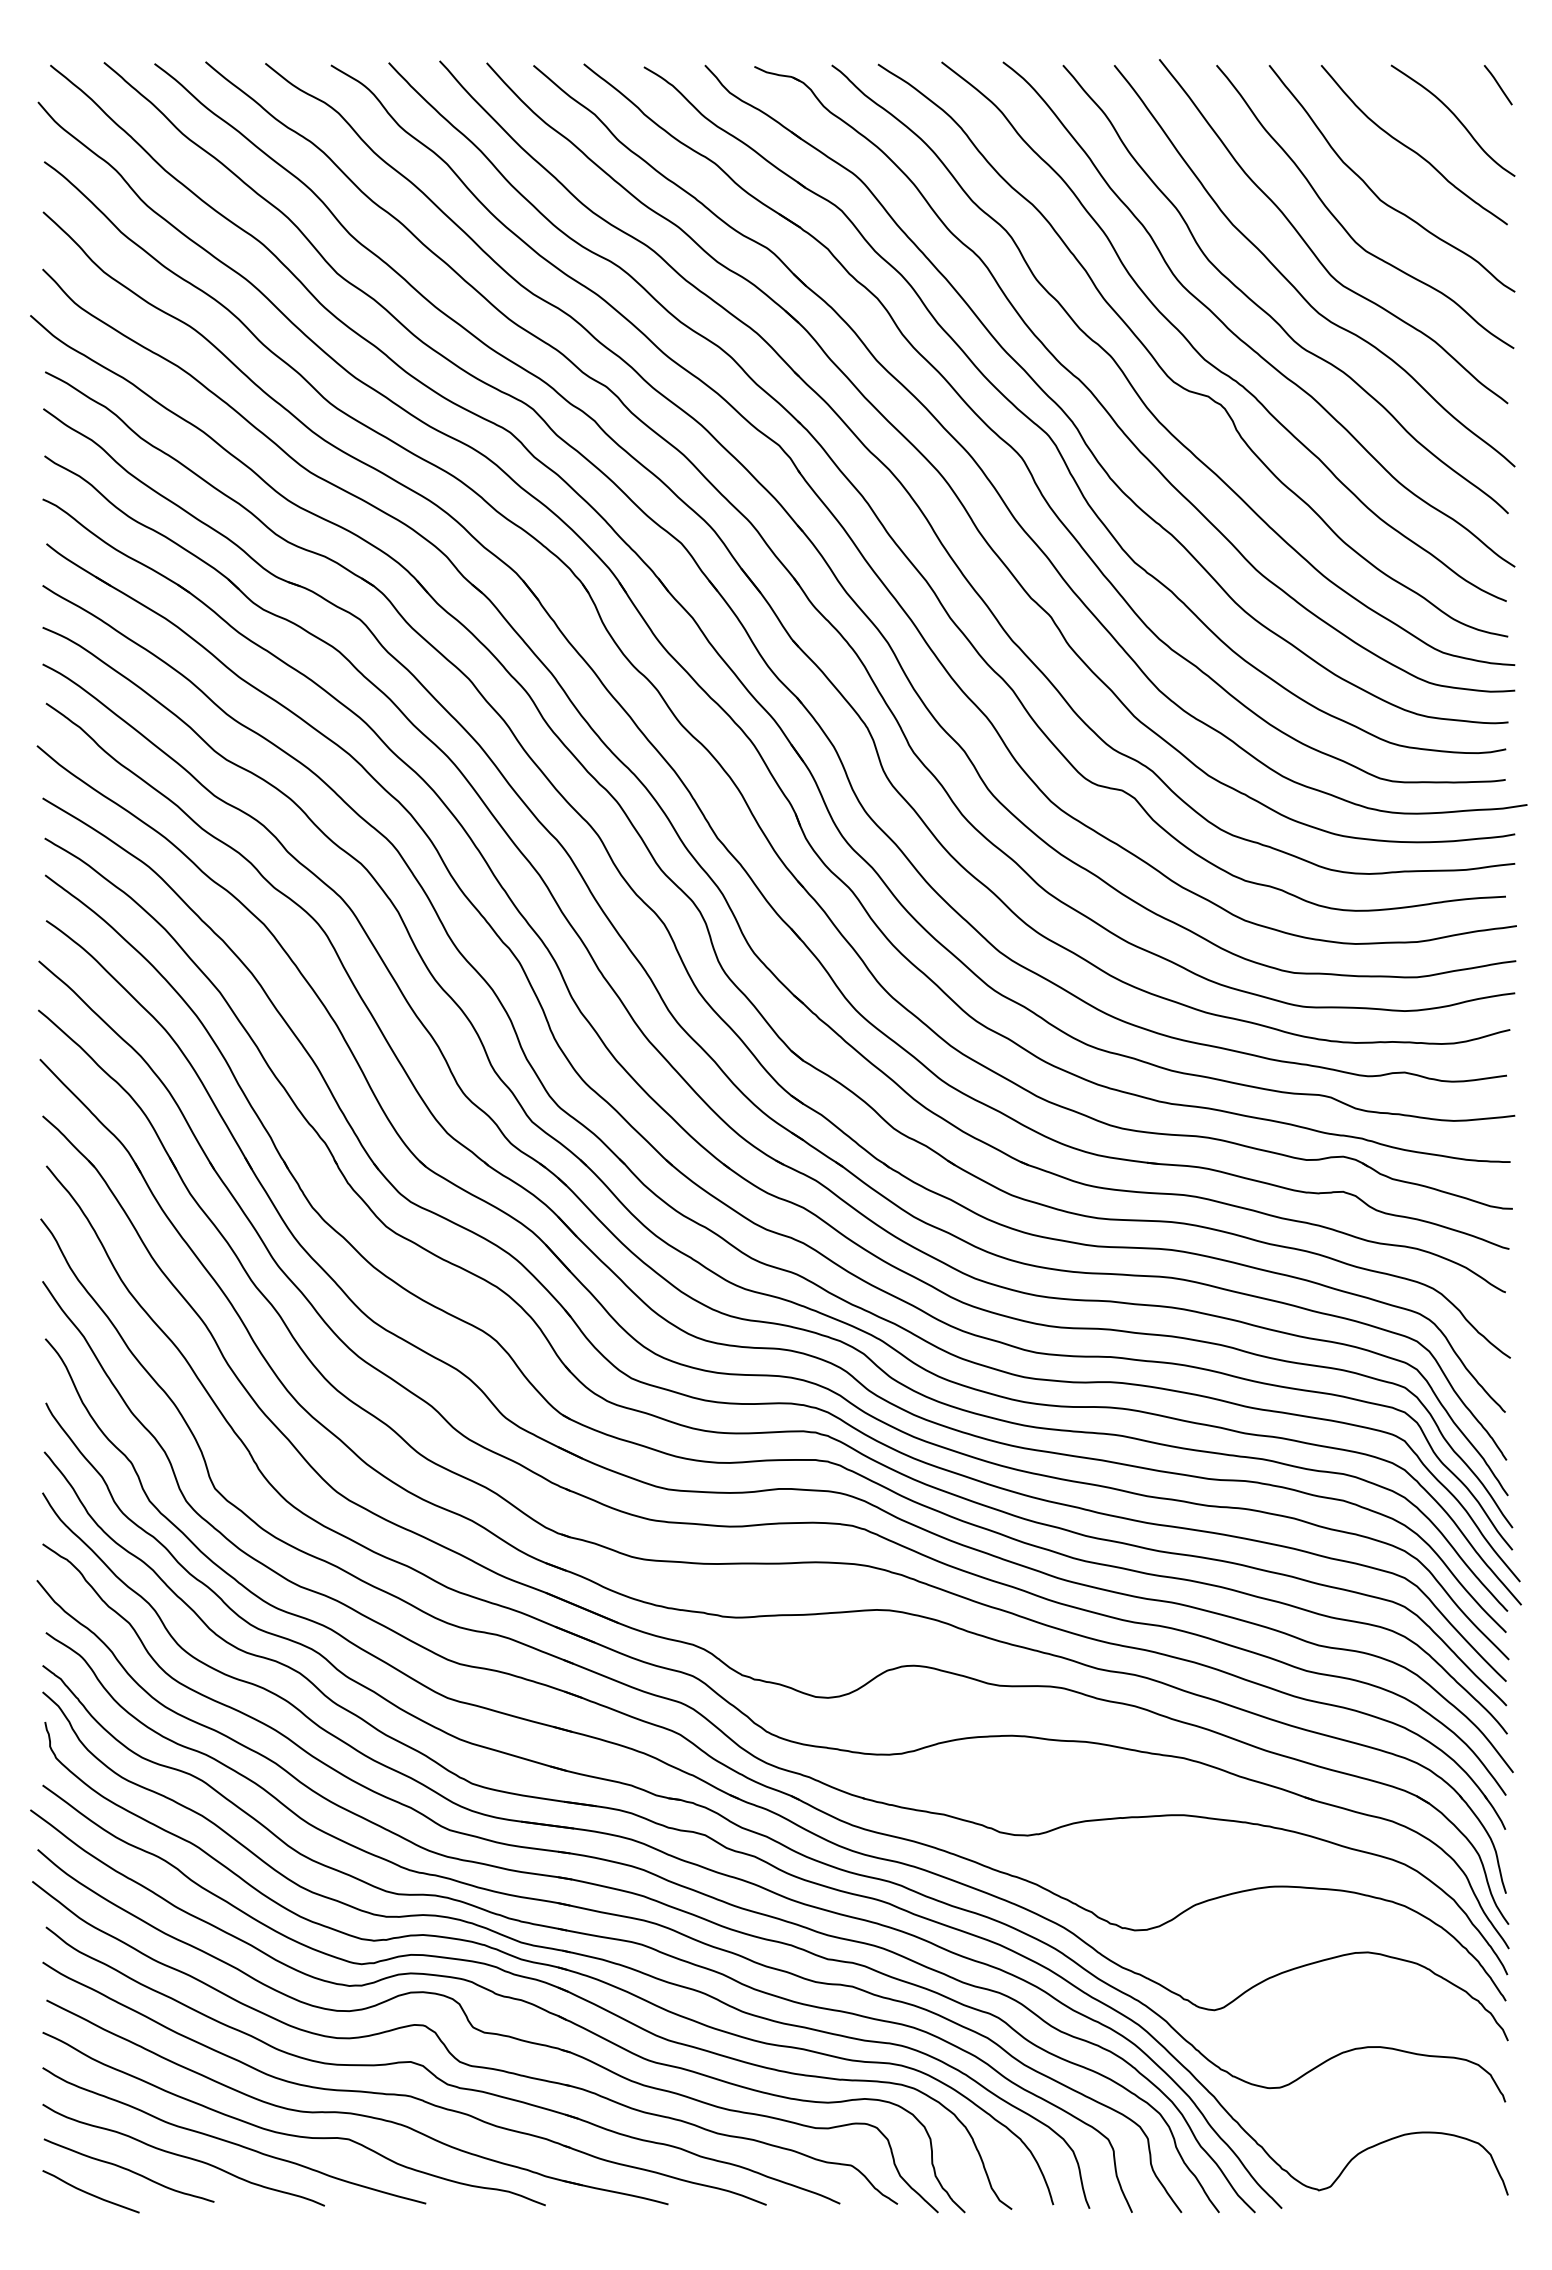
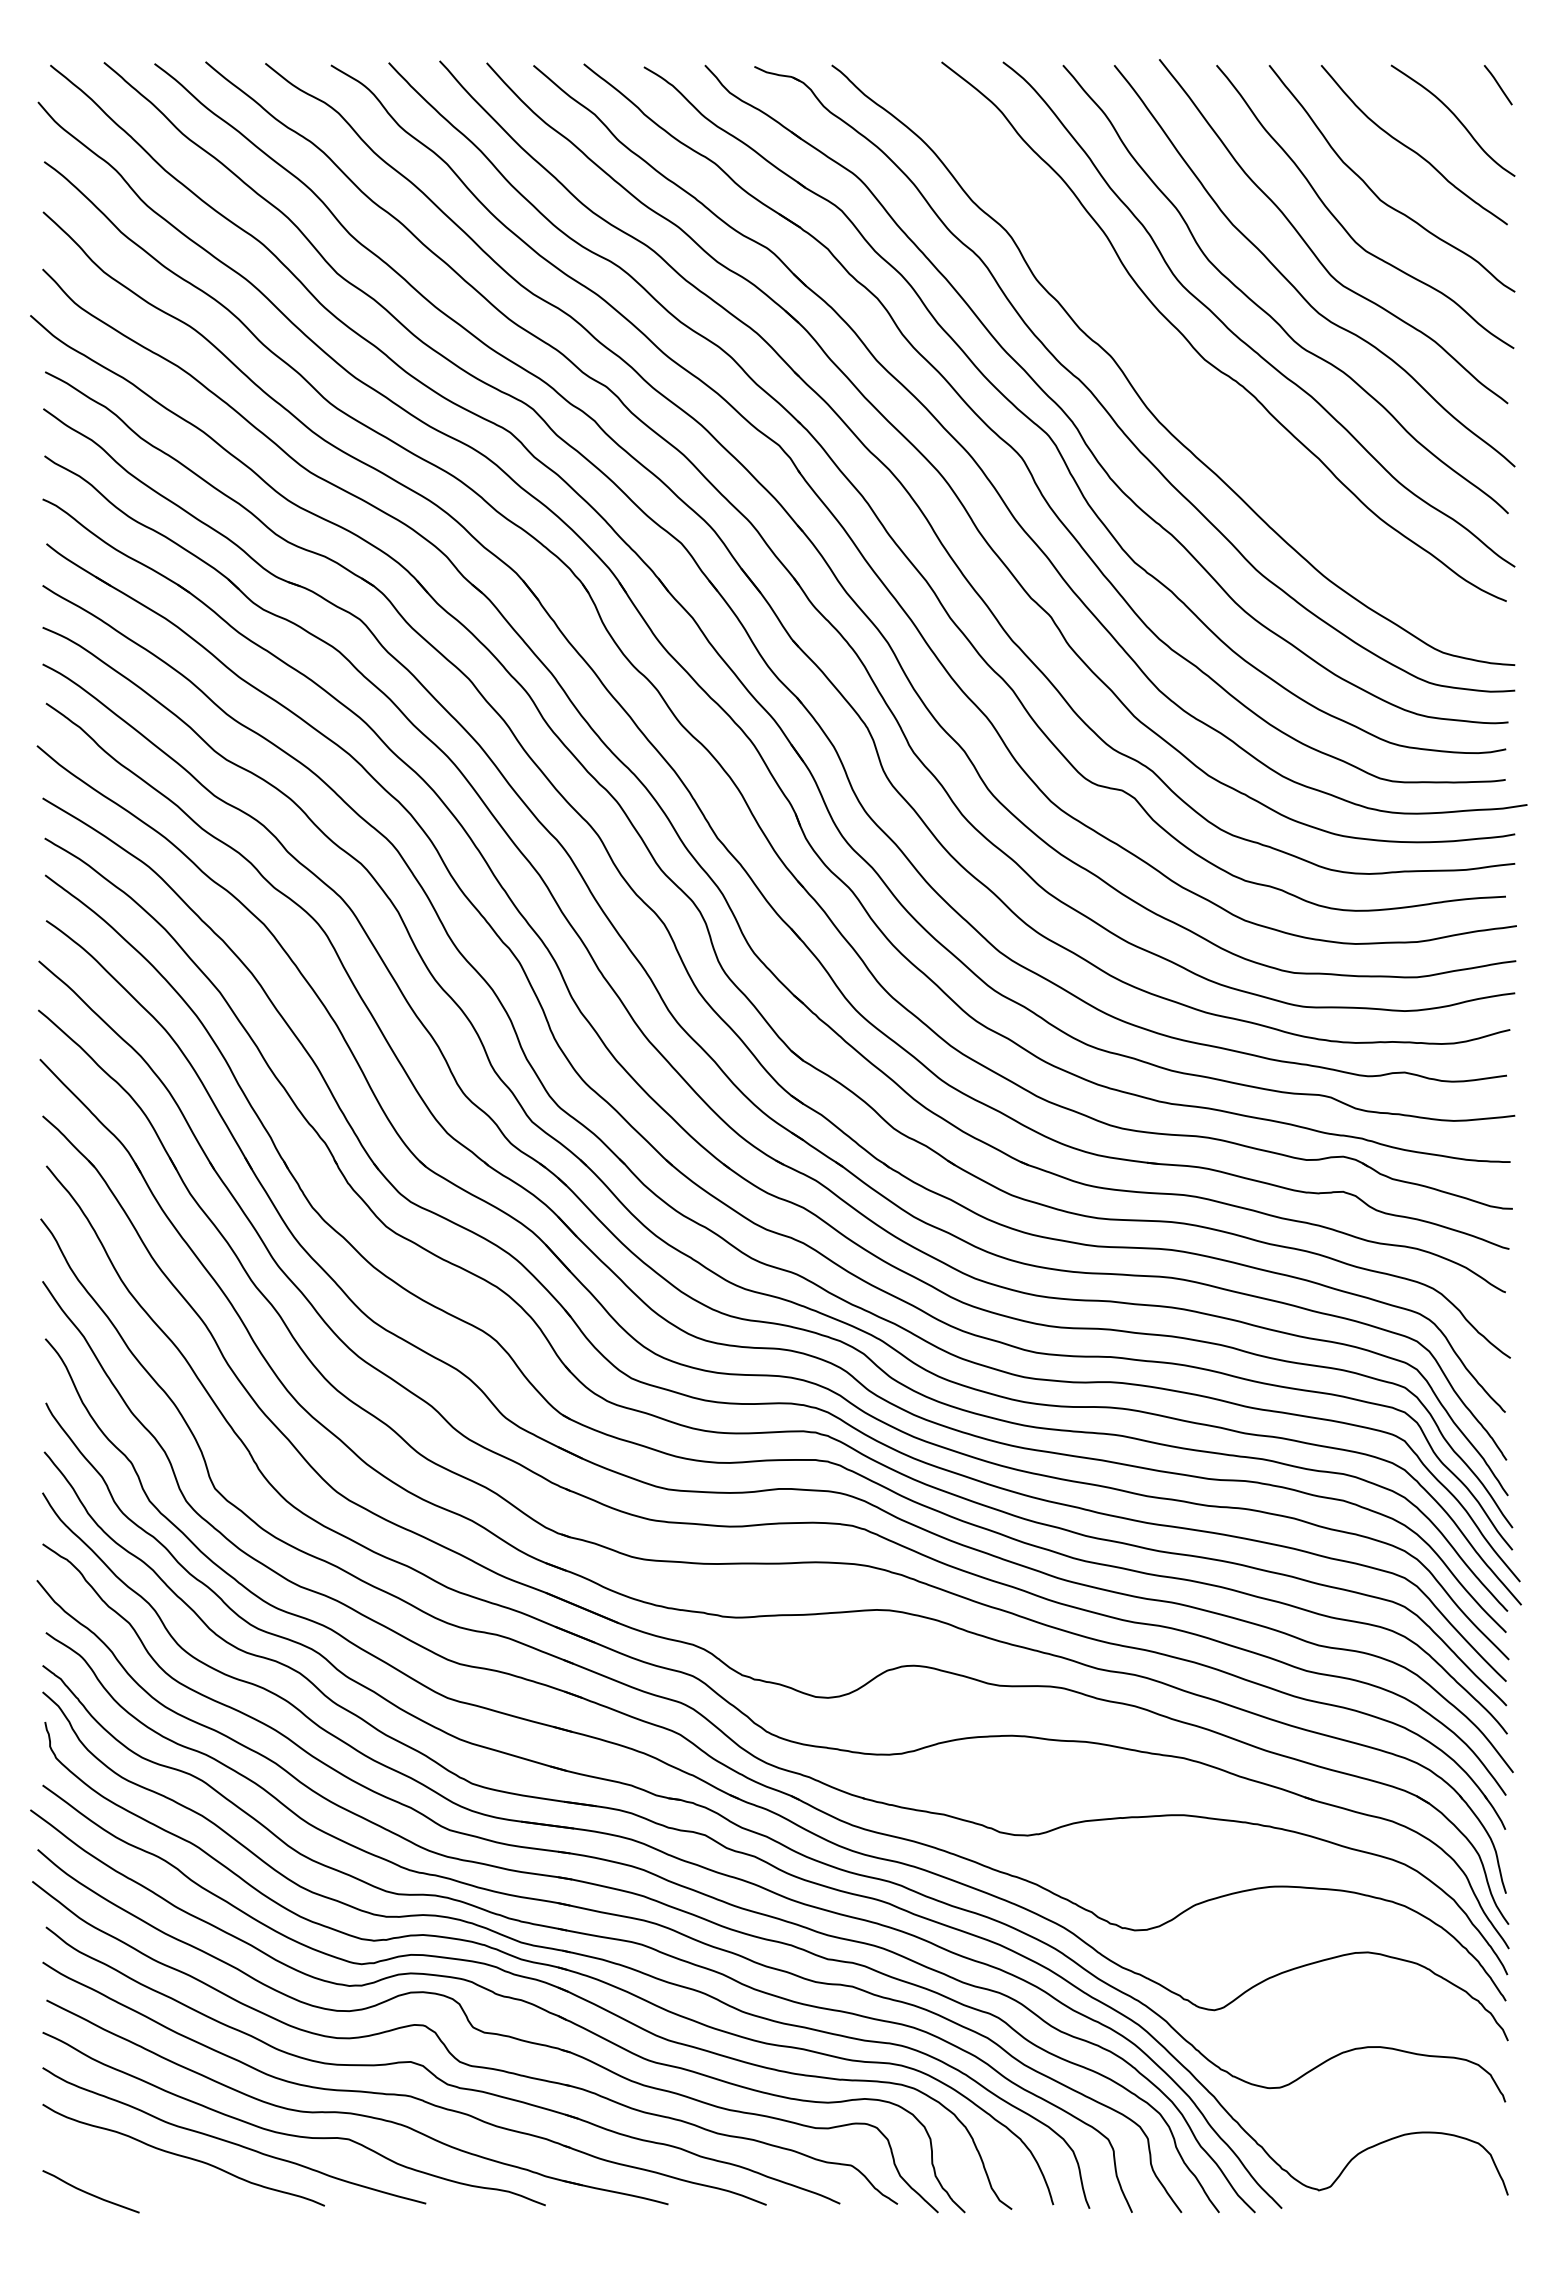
curve at (1165, 371): present -> none
curve at (128, 2170): present -> none
